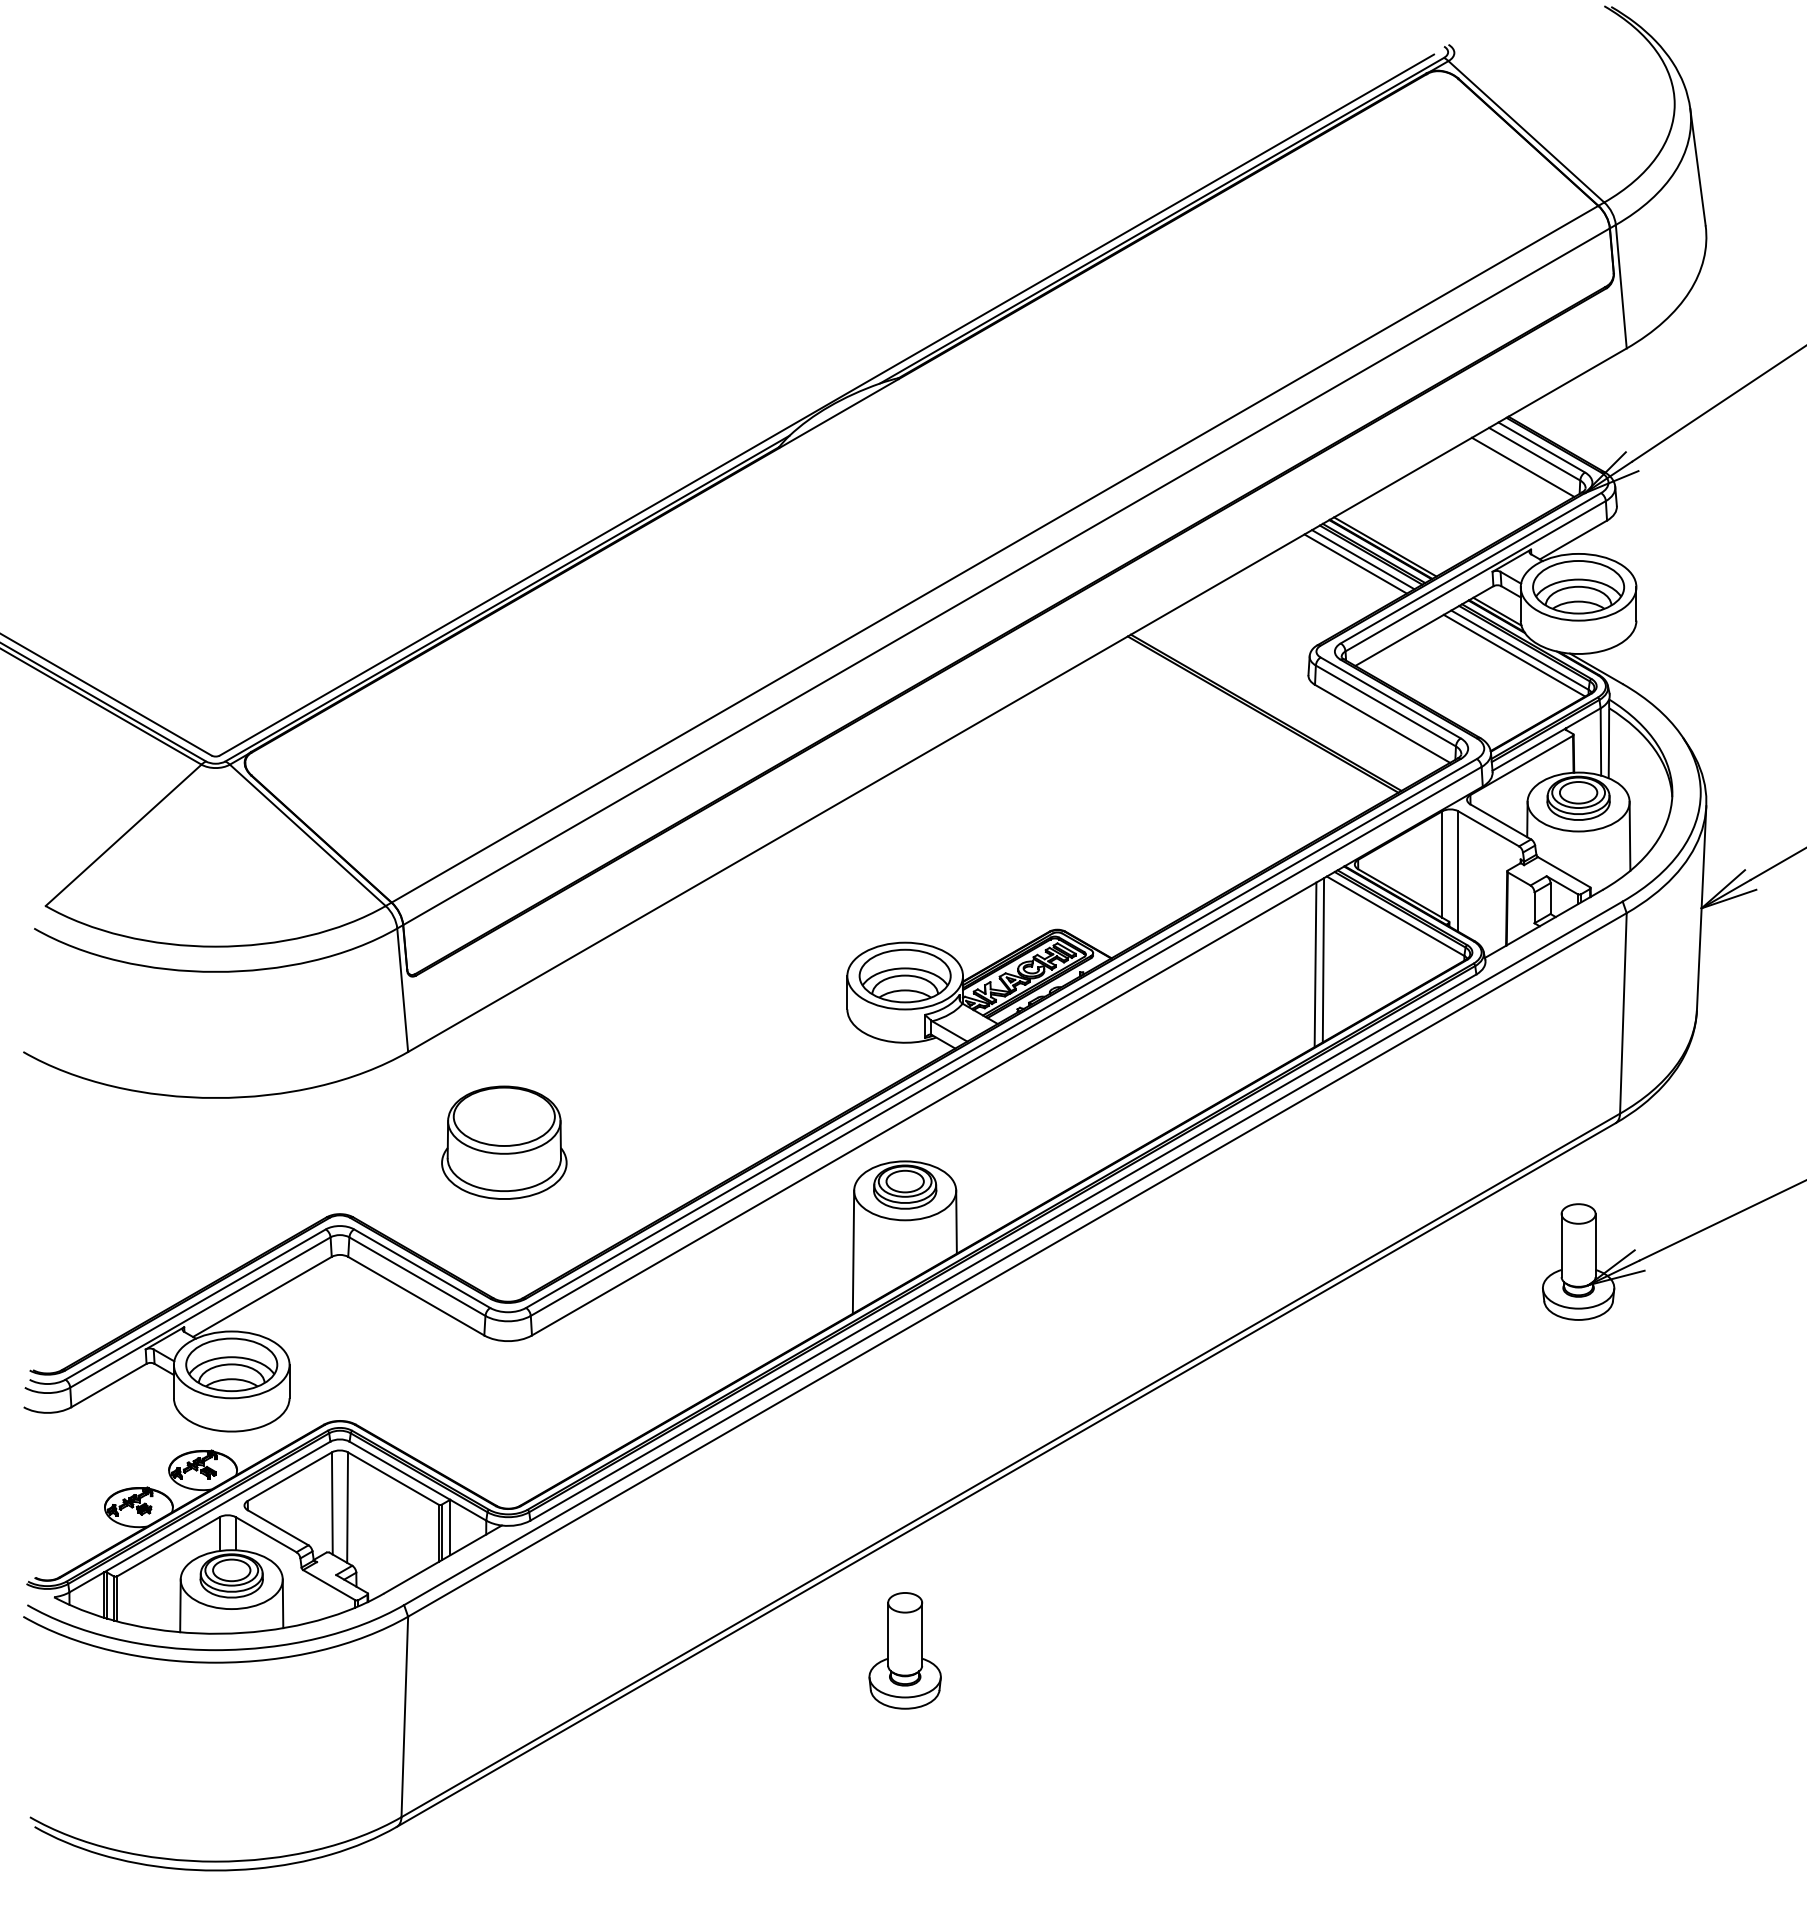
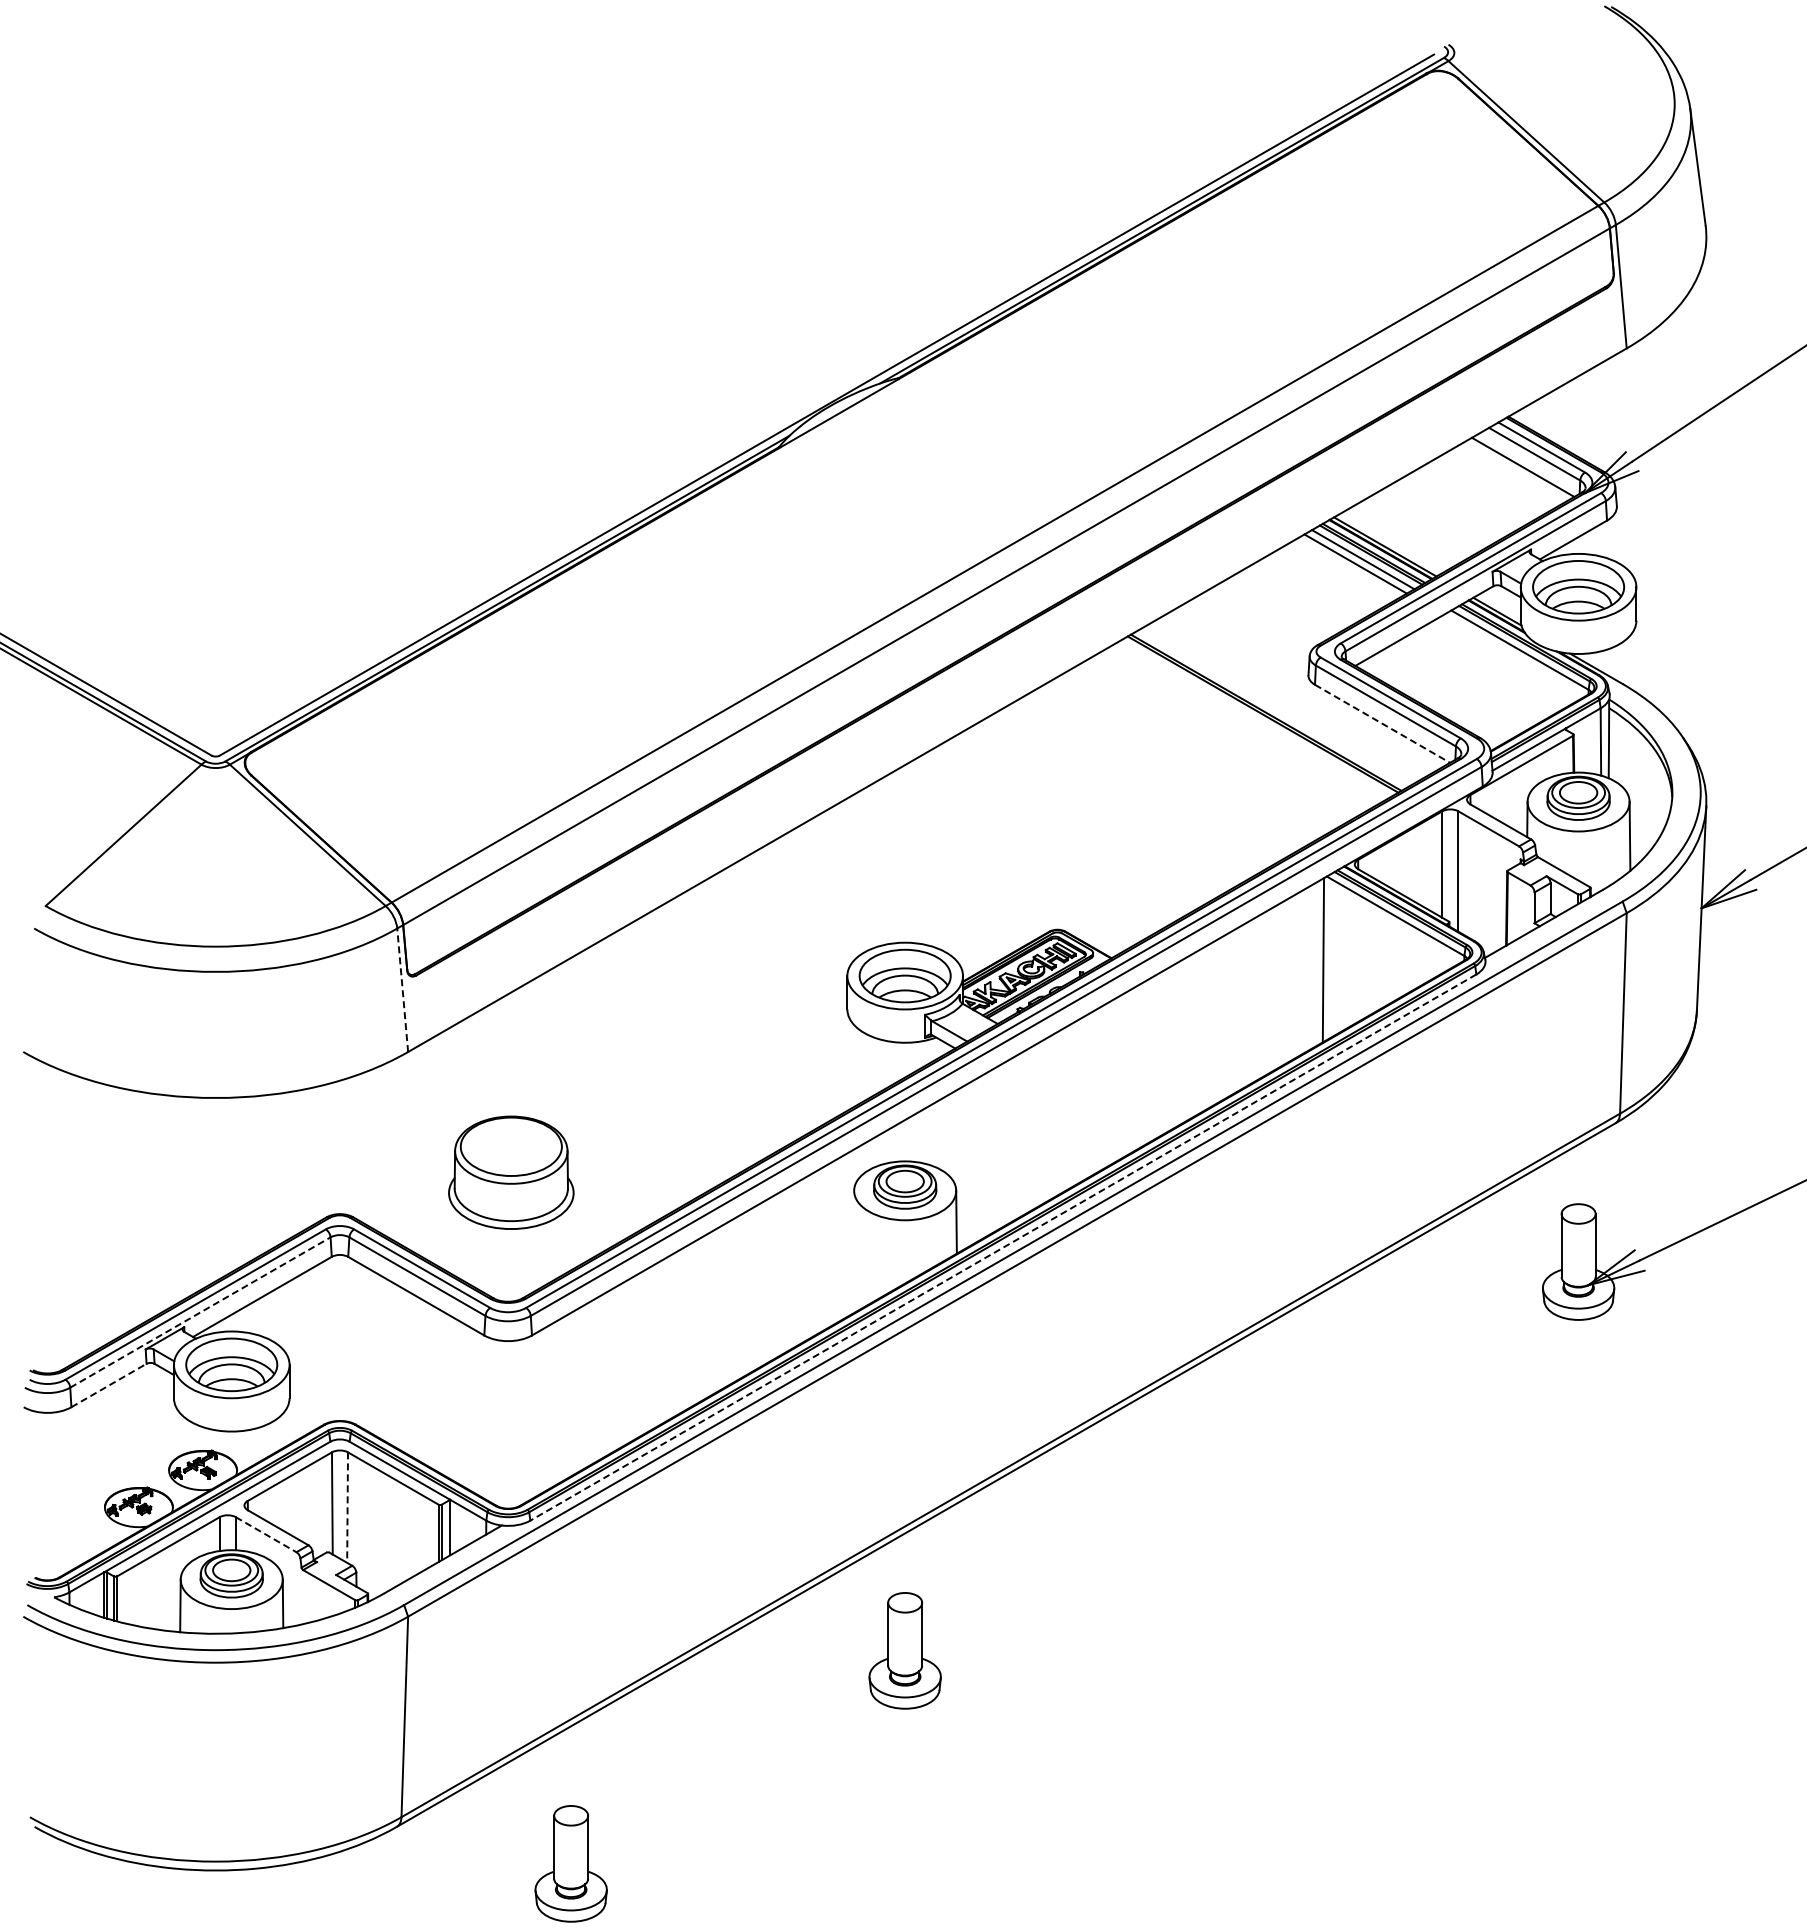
line at (1514, 655): present -> none
line at (1383, 724): solid -> dashed
line at (1315, 964): present -> none
line at (402, 990): solid -> dashed
part at (504, 1142) position: (504, 1142) -> (511, 1172)
line at (1002, 1247): solid -> dashed
line at (853, 1251): present -> none
line at (200, 1312): solid -> dashed
line at (109, 1385): solid -> dashed
line at (347, 1508): solid -> dashed
line at (266, 1534): solid -> dashed
part at (570, 1863): none -> present
